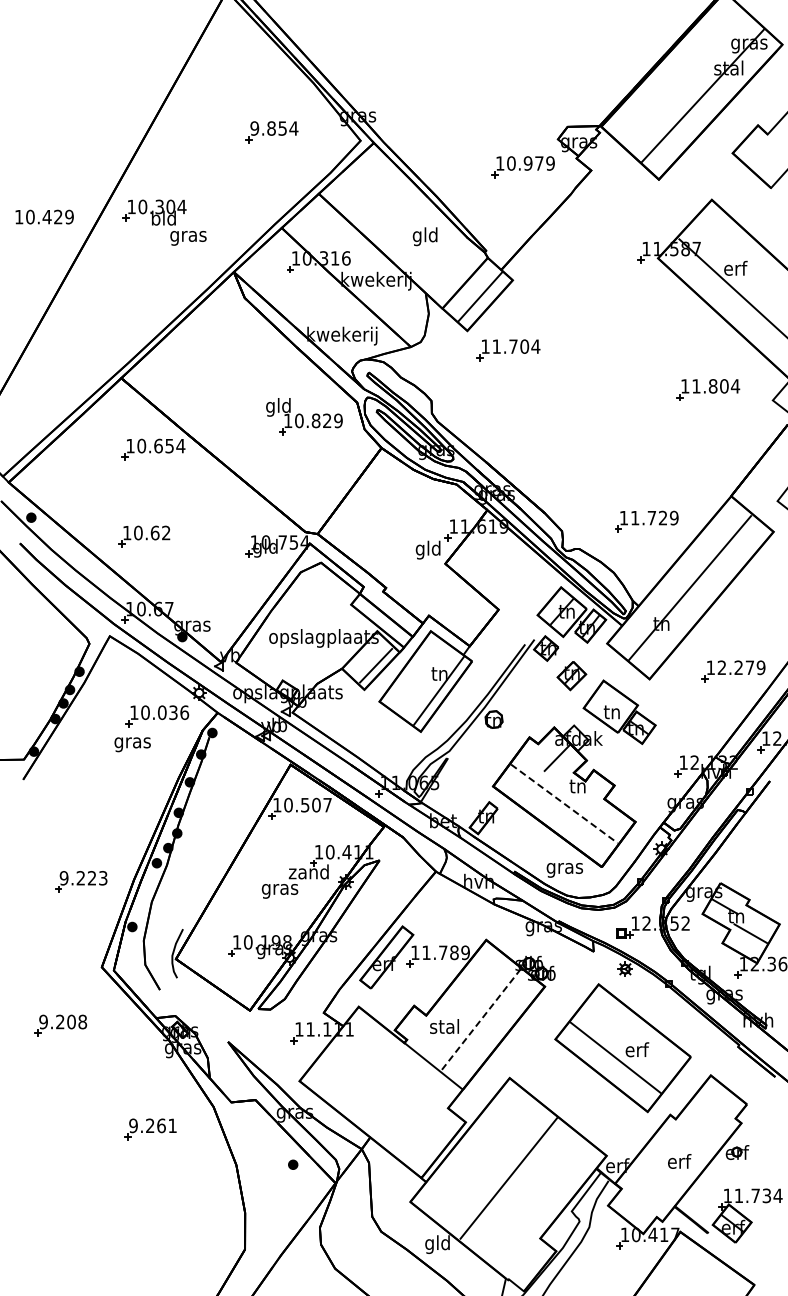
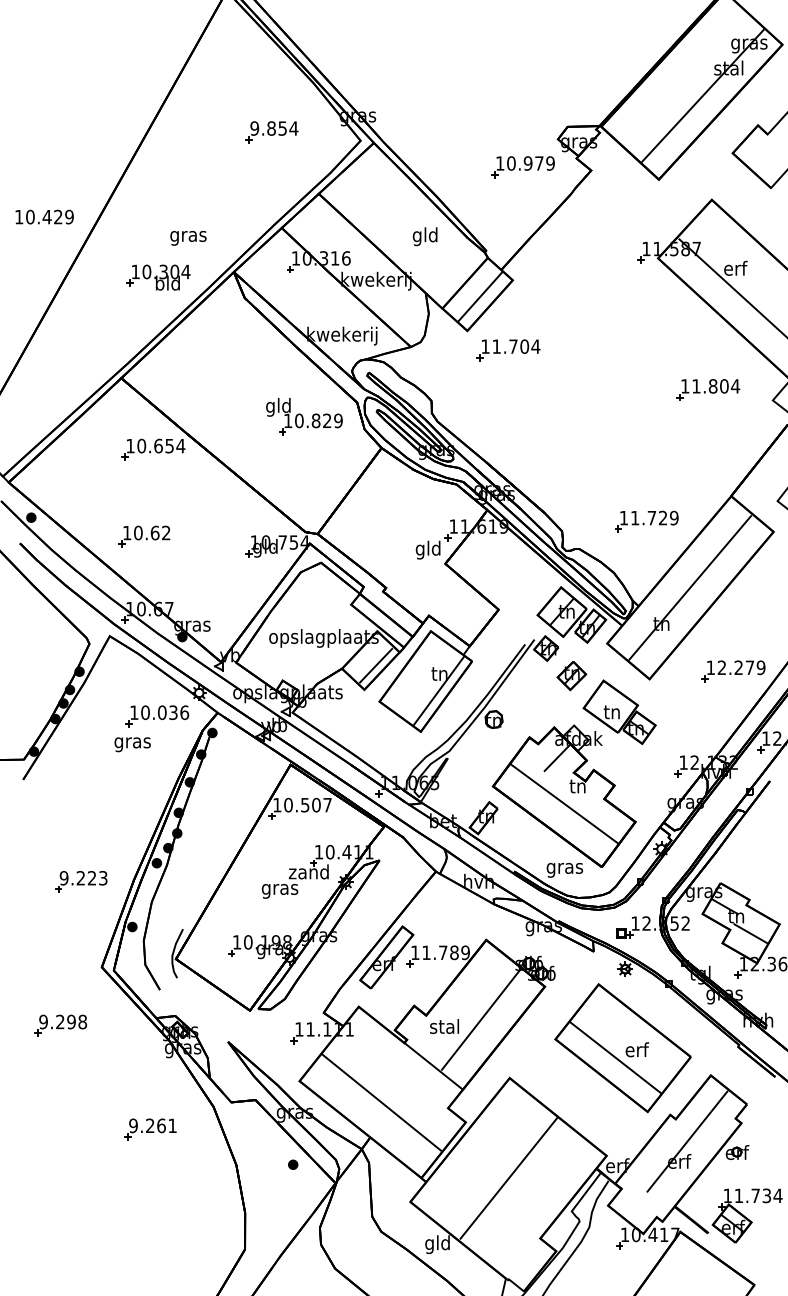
part at (154, 212) position: (154, 212) -> (158, 277)
line at (564, 804): dashed -> solid
line at (481, 1019): dashed -> solid
text at (71, 1022): 9.208 -> 9.298
line at (381, 1102): none -> present
line at (687, 1141): none -> present
